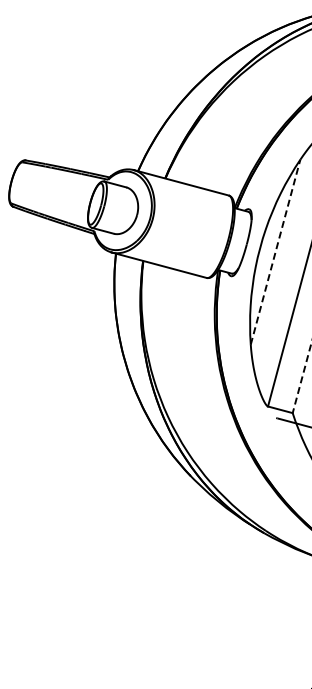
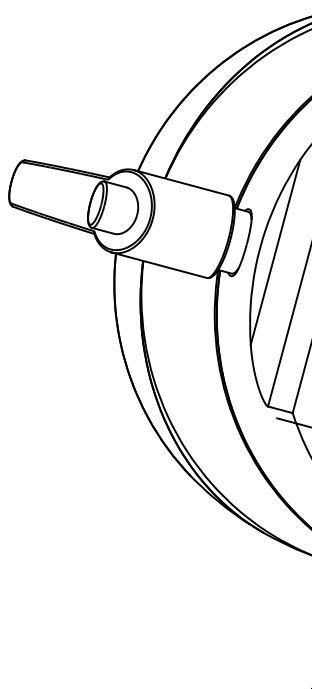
line at (275, 252): dashed -> solid
line at (302, 377): dashed -> solid
